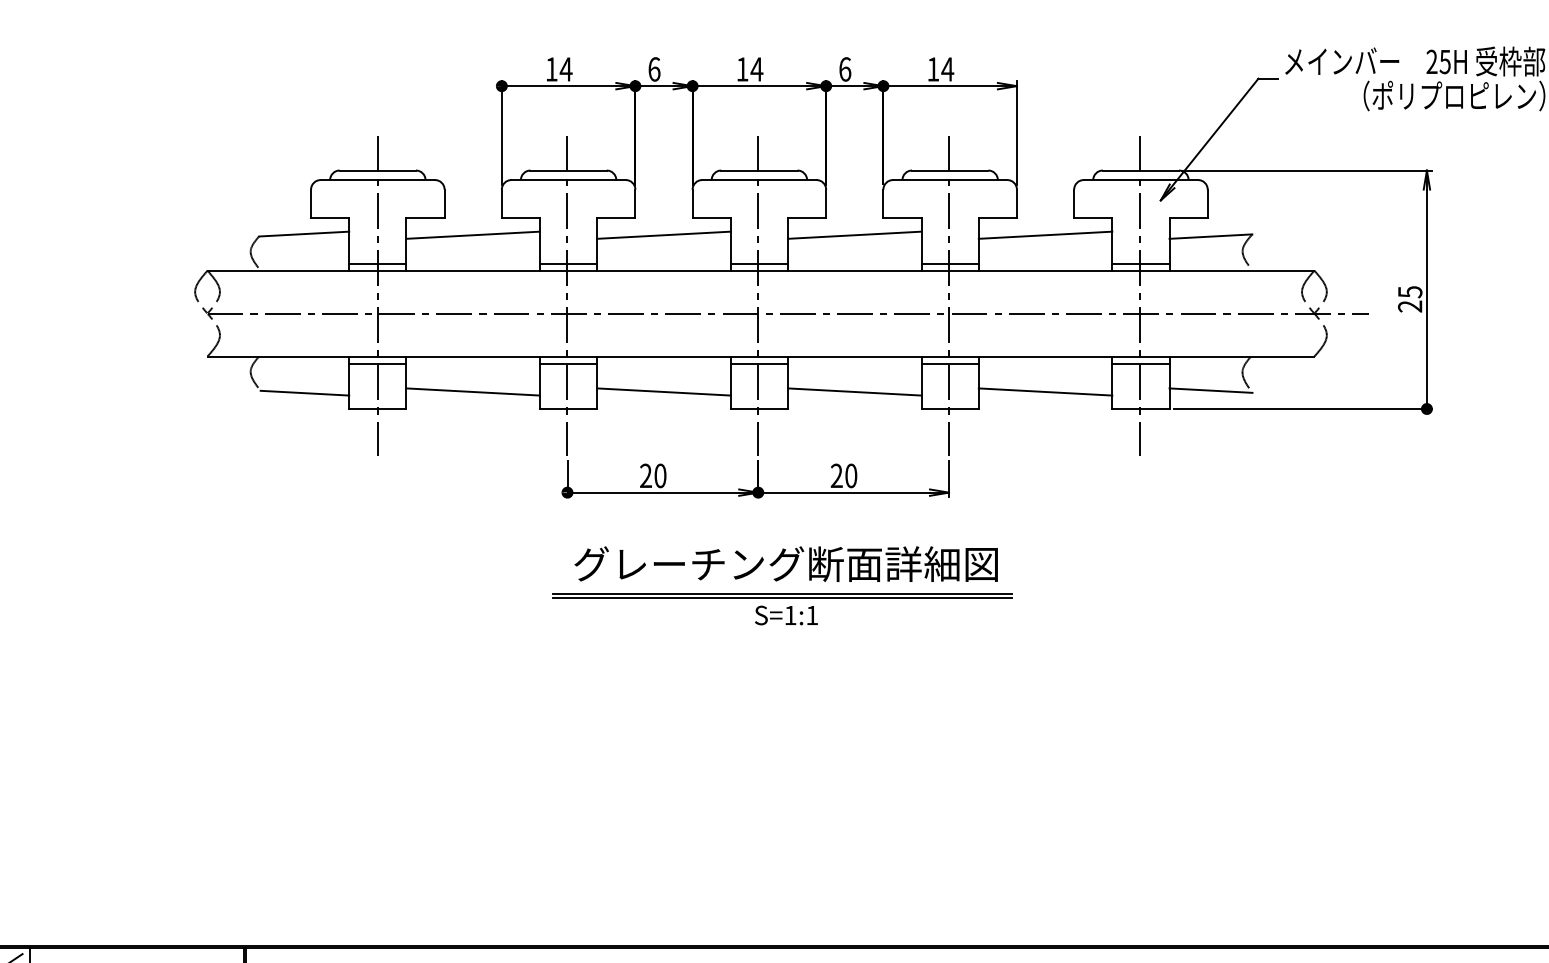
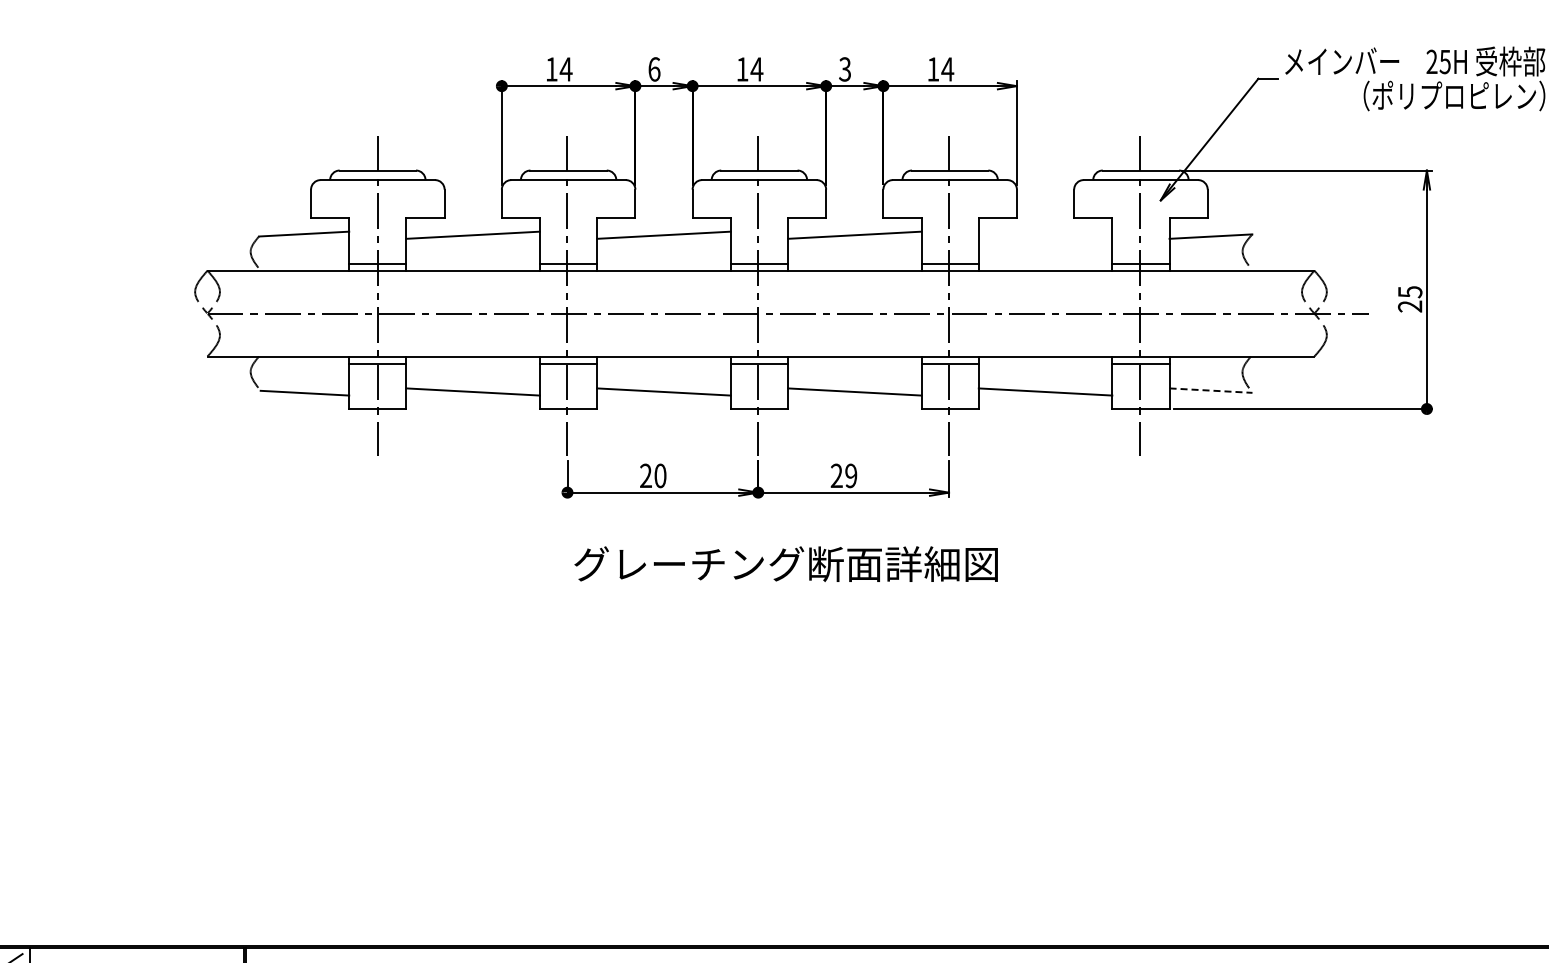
text at (845, 69): 6 -> 3
line at (1045, 234): present -> none
line at (1211, 390): solid -> dashed
text at (851, 475): 20 -> 29
part at (782, 609): present -> none
